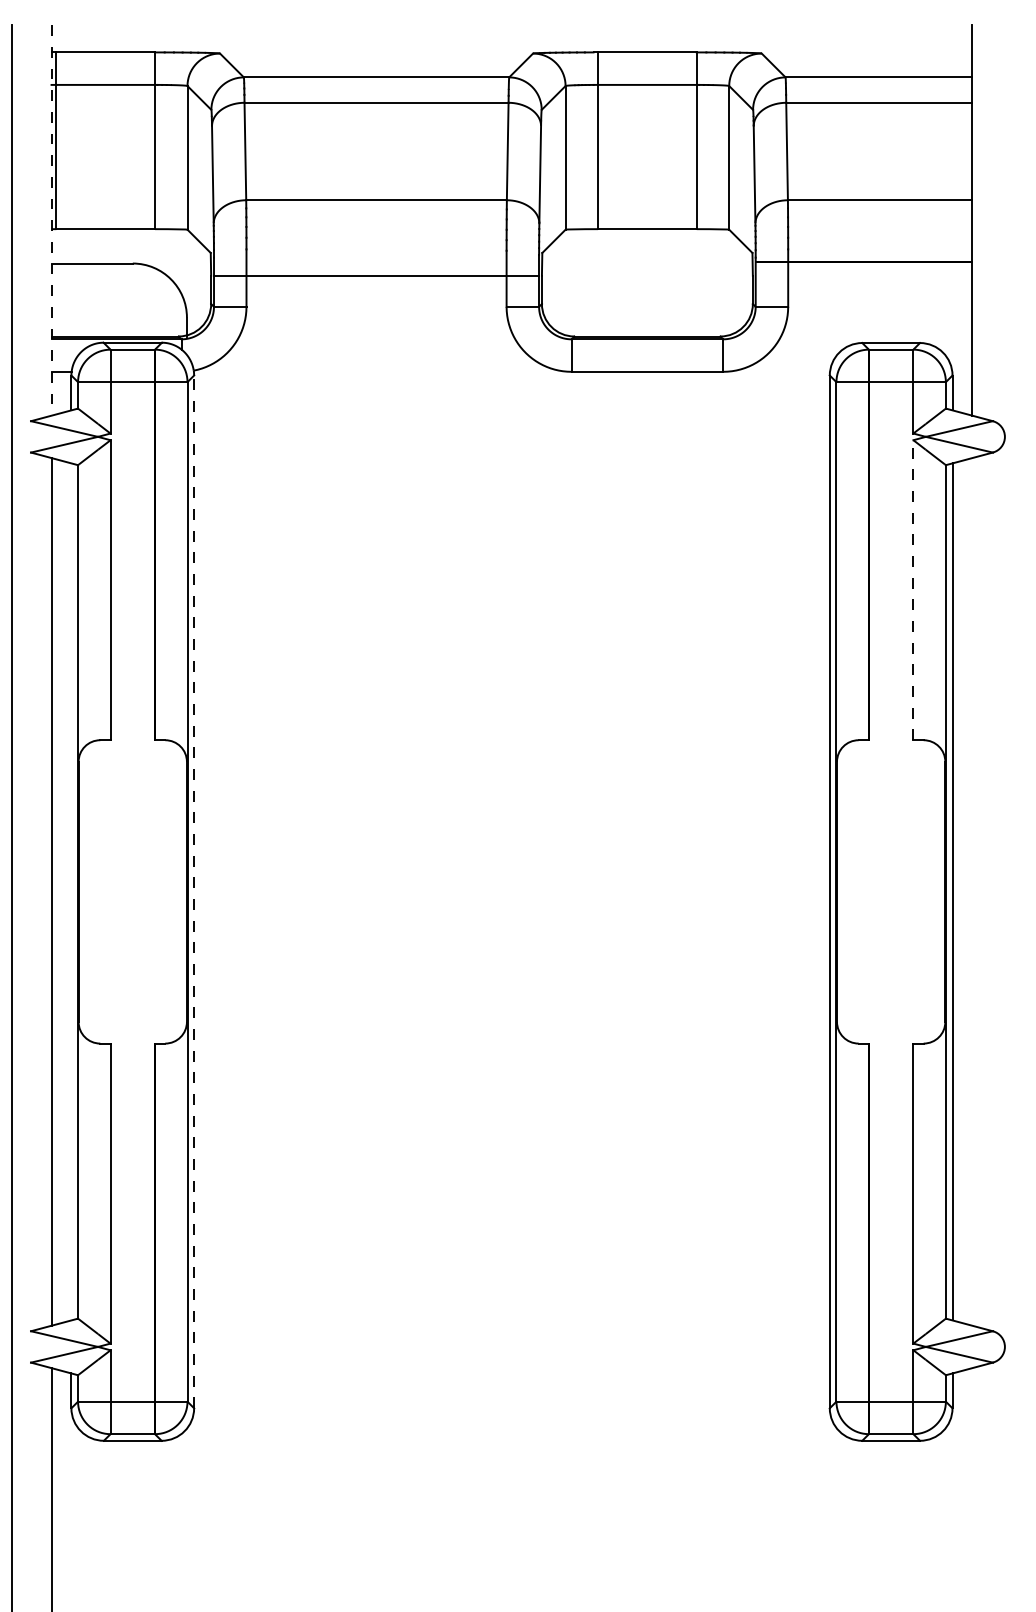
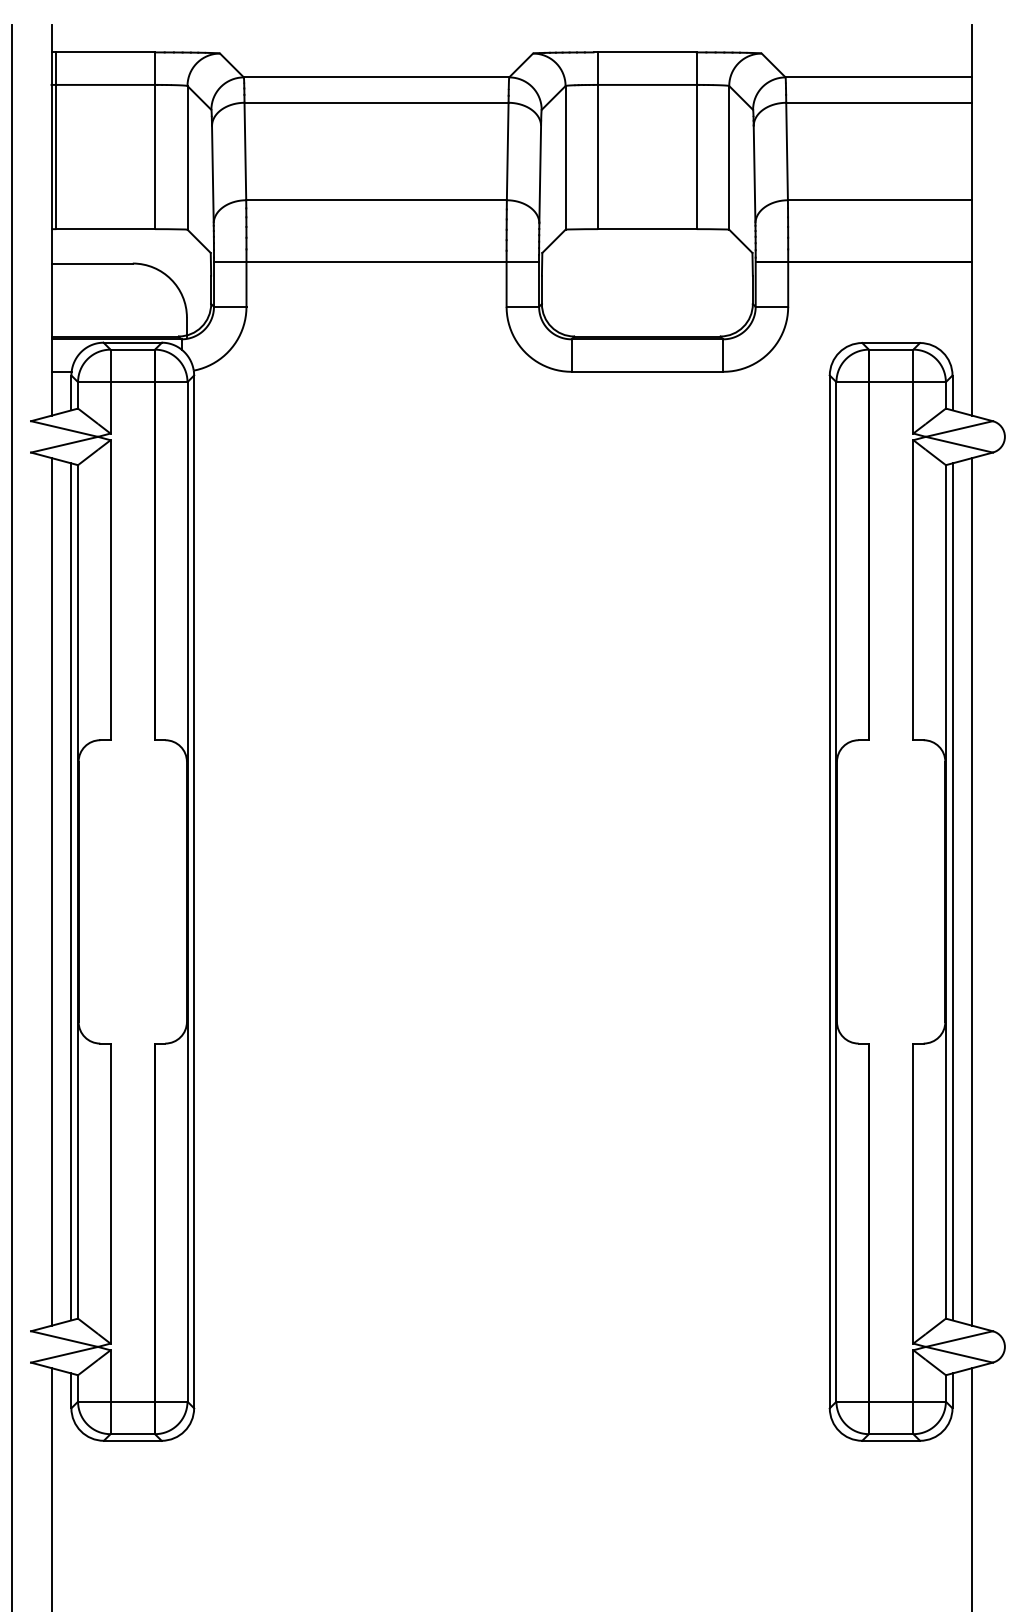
line at (51, 220): dashed -> solid
line at (376, 275) position: (376, 275) -> (376, 261)
line at (913, 589): dashed -> solid
line at (71, 891): none -> present
line at (194, 891): dashed -> solid
line at (972, 891): none -> present
line at (972, 1488): none -> present
